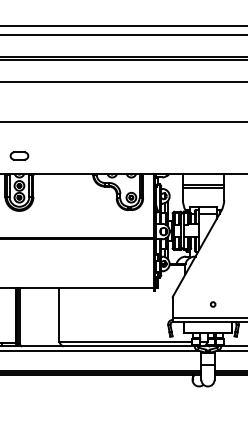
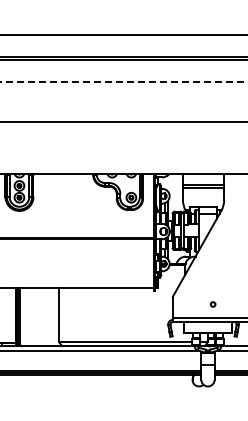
line at (123, 25): present -> none
line at (123, 81): solid -> dashed
part at (19, 155): present -> none
